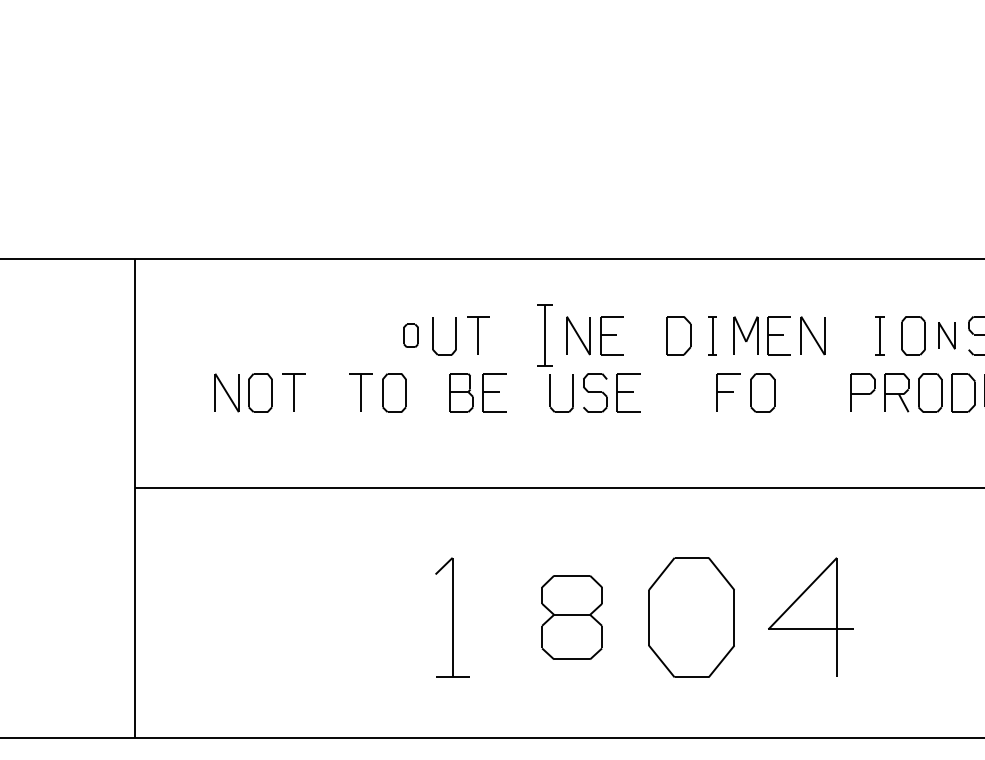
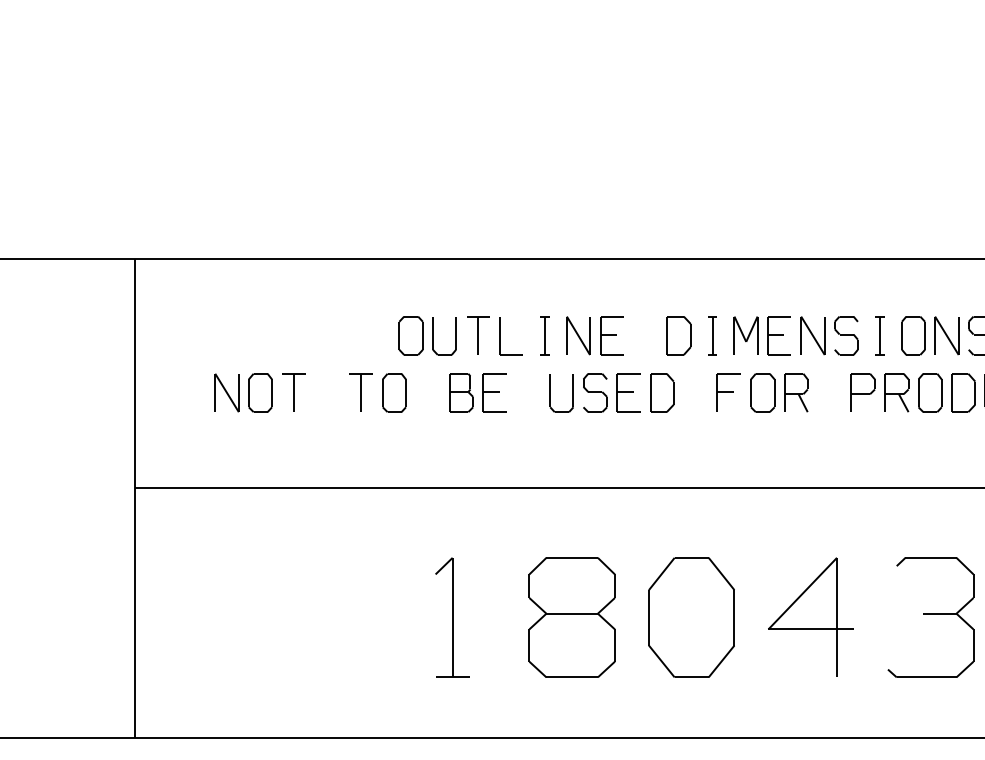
part at (410, 335) size: 16x25 px -> 26x40 px
part at (544, 335) size: 16x63 px -> 10x40 px
part at (846, 335): none -> present
part at (946, 335) size: 18x28 px -> 26x40 px
part at (500, 336): none -> present
part at (662, 392): none -> present
part at (796, 392): none -> present
part at (571, 617) size: 62x85 px -> 88x121 px
part at (930, 617): none -> present
